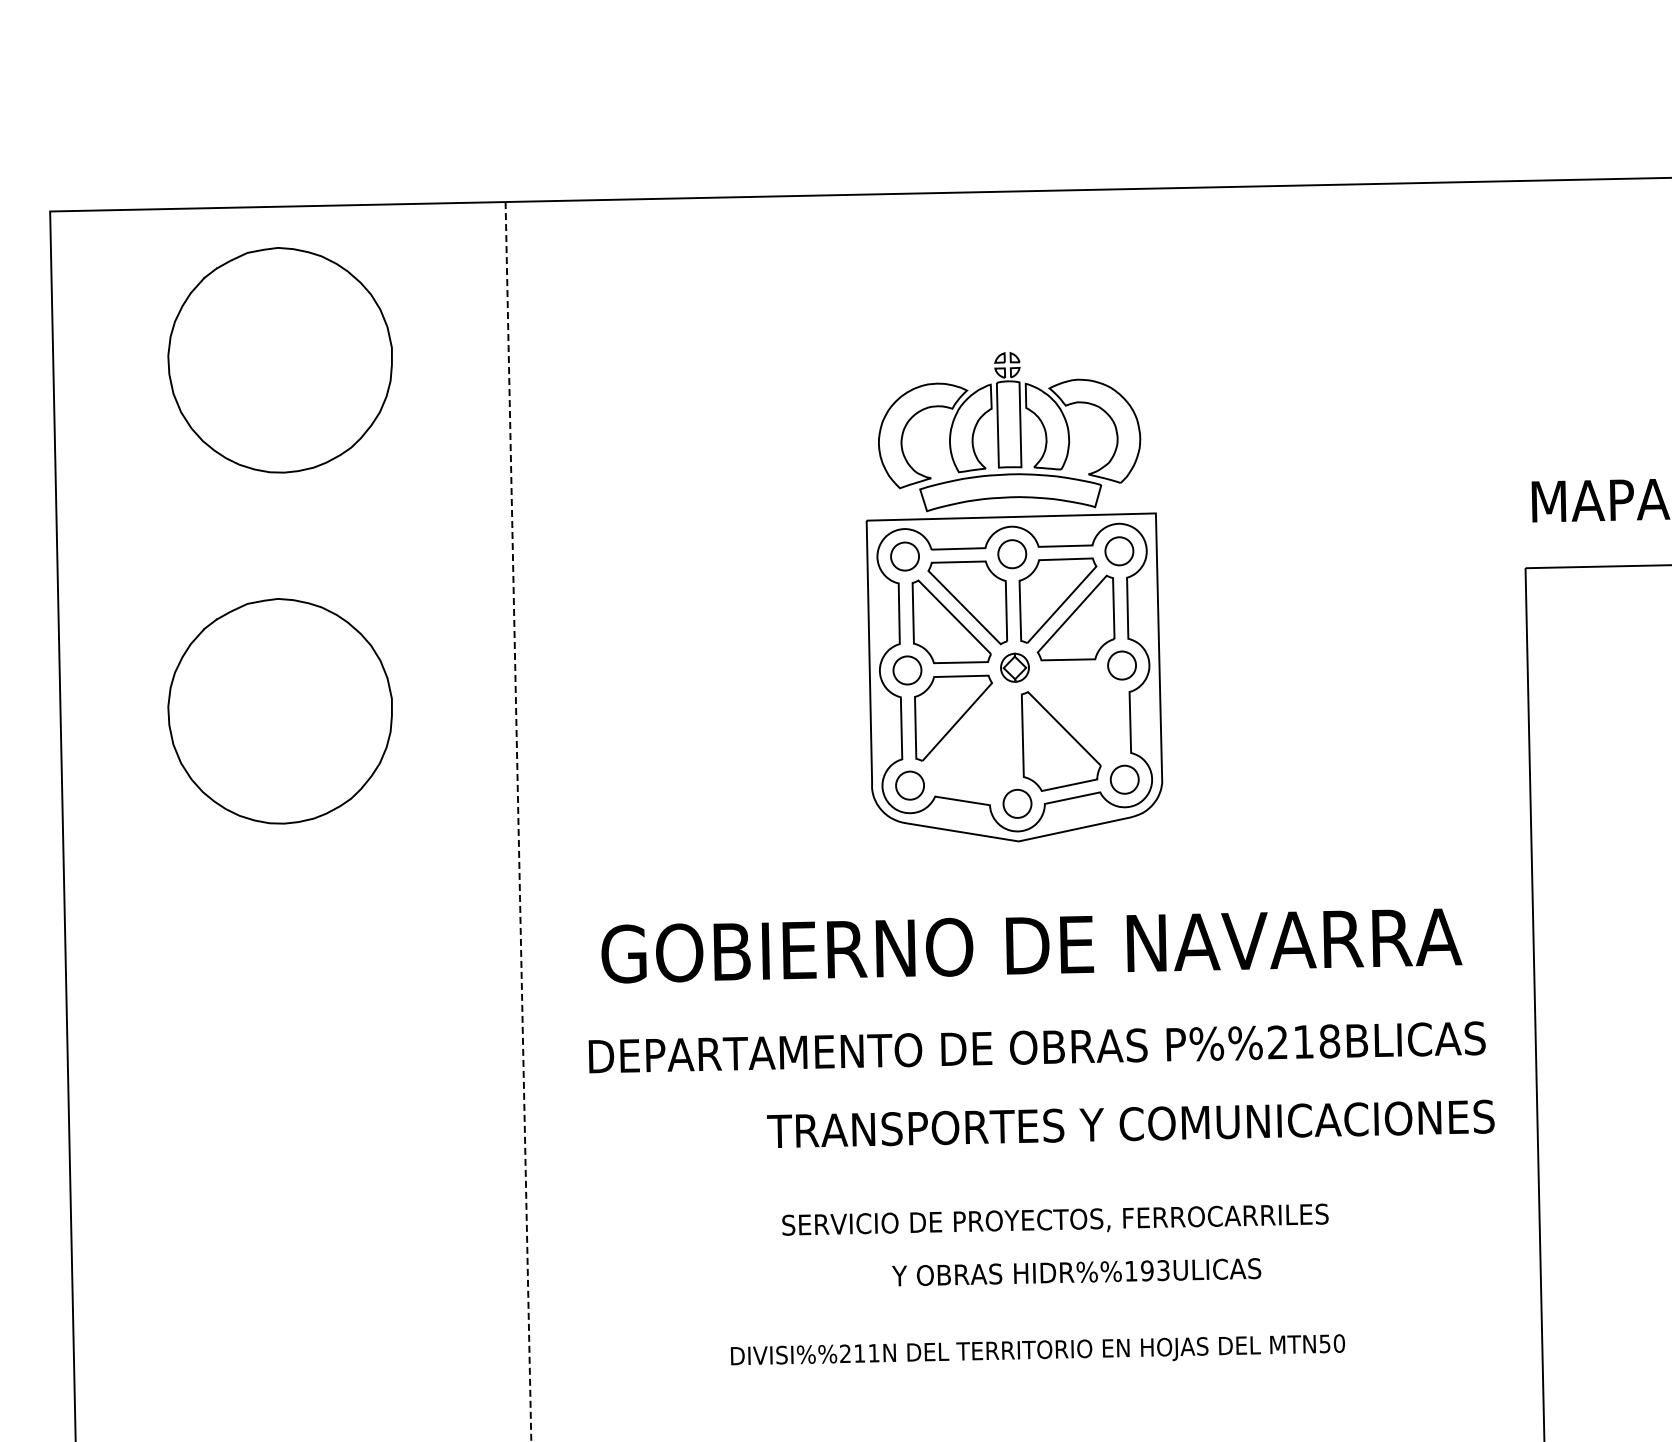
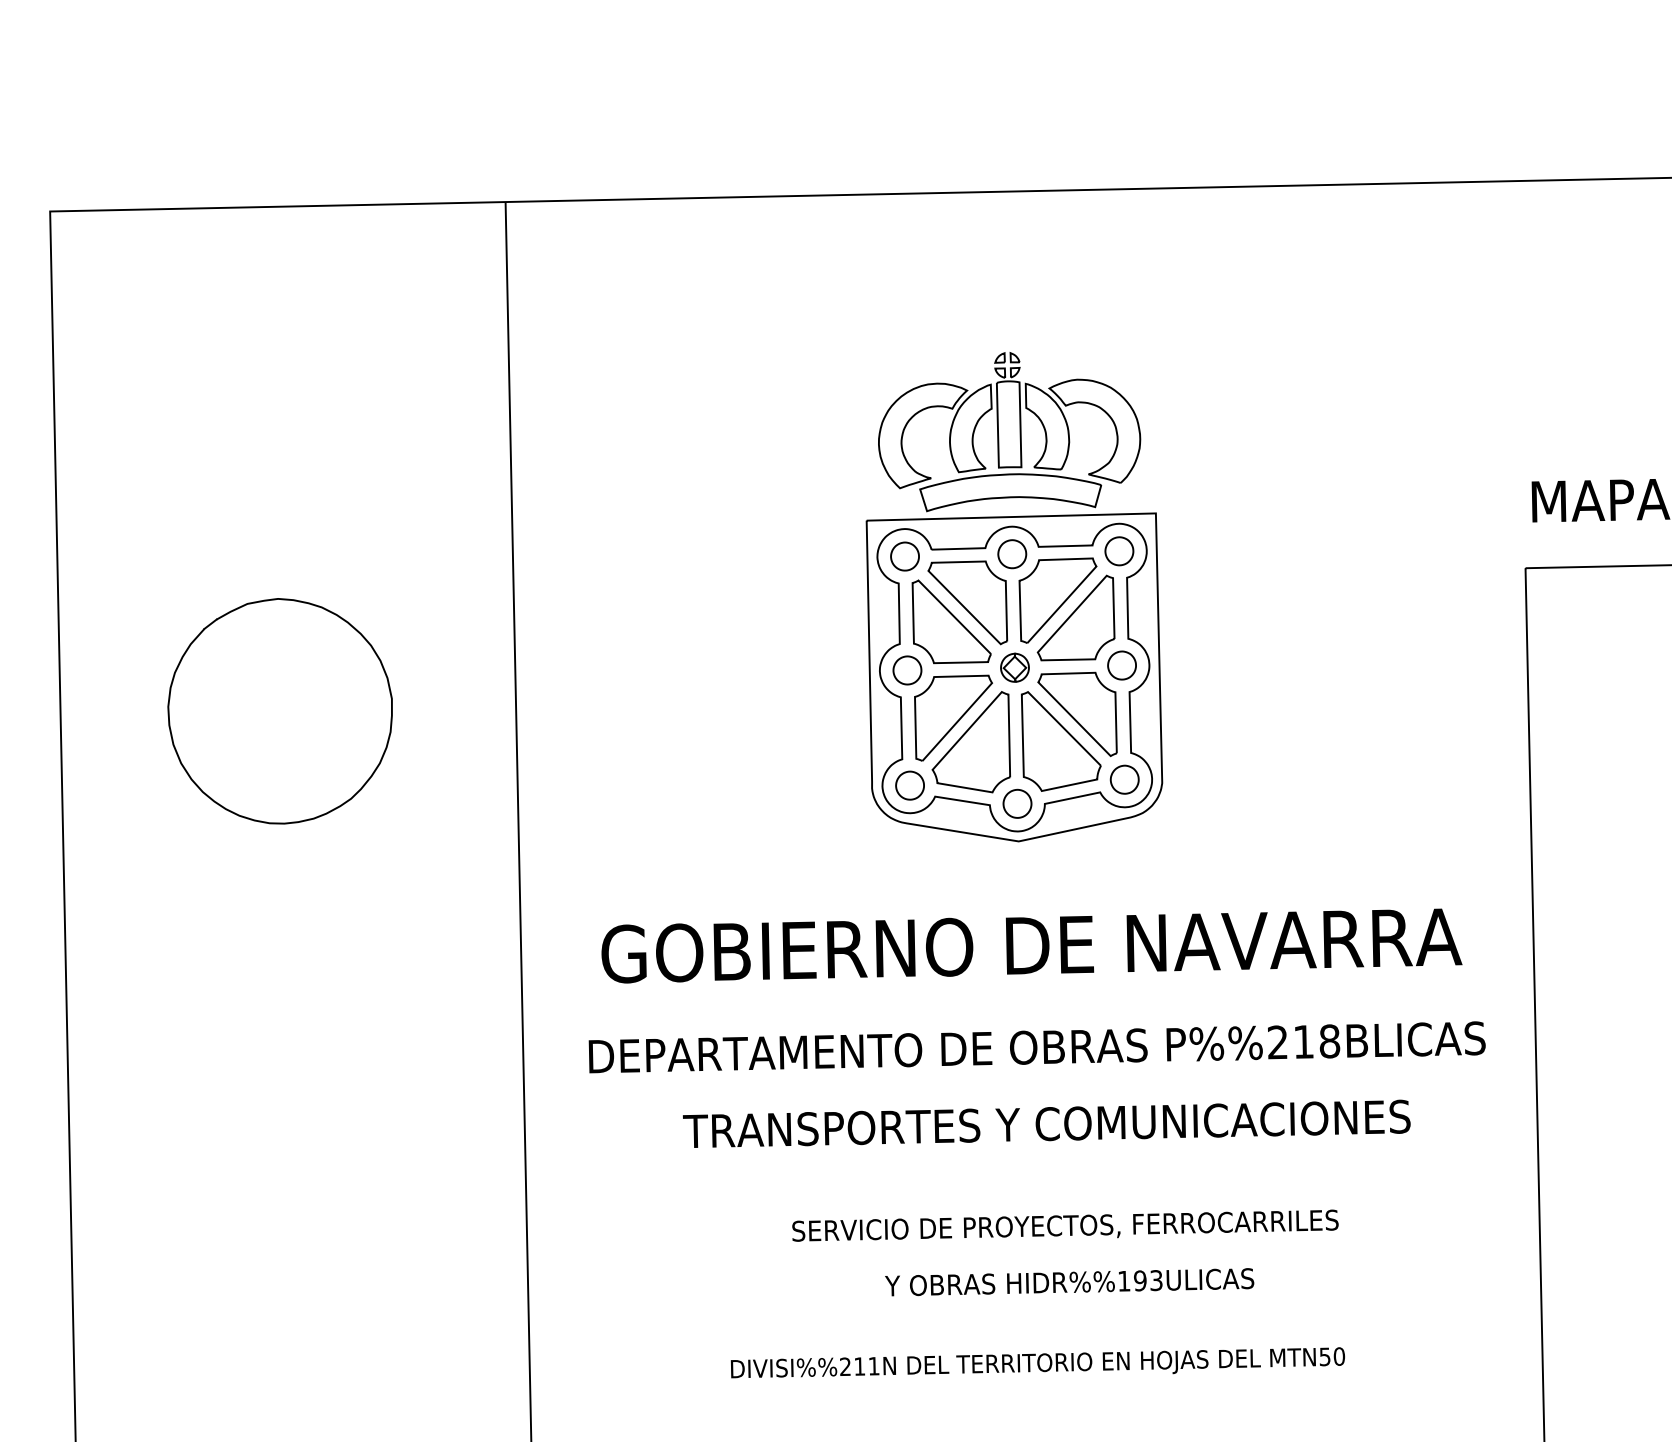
part at (279, 360): present -> none
part at (1077, 713): none -> present
part at (970, 742): none -> present
line at (518, 821): dashed -> solid
text at (1130, 1123) position: (1130, 1123) -> (1046, 1123)
text at (1055, 1219) position: (1055, 1219) -> (1065, 1225)
text at (1076, 1272) position: (1076, 1272) -> (1069, 1282)
text at (1037, 1349) position: (1037, 1349) -> (1037, 1362)
